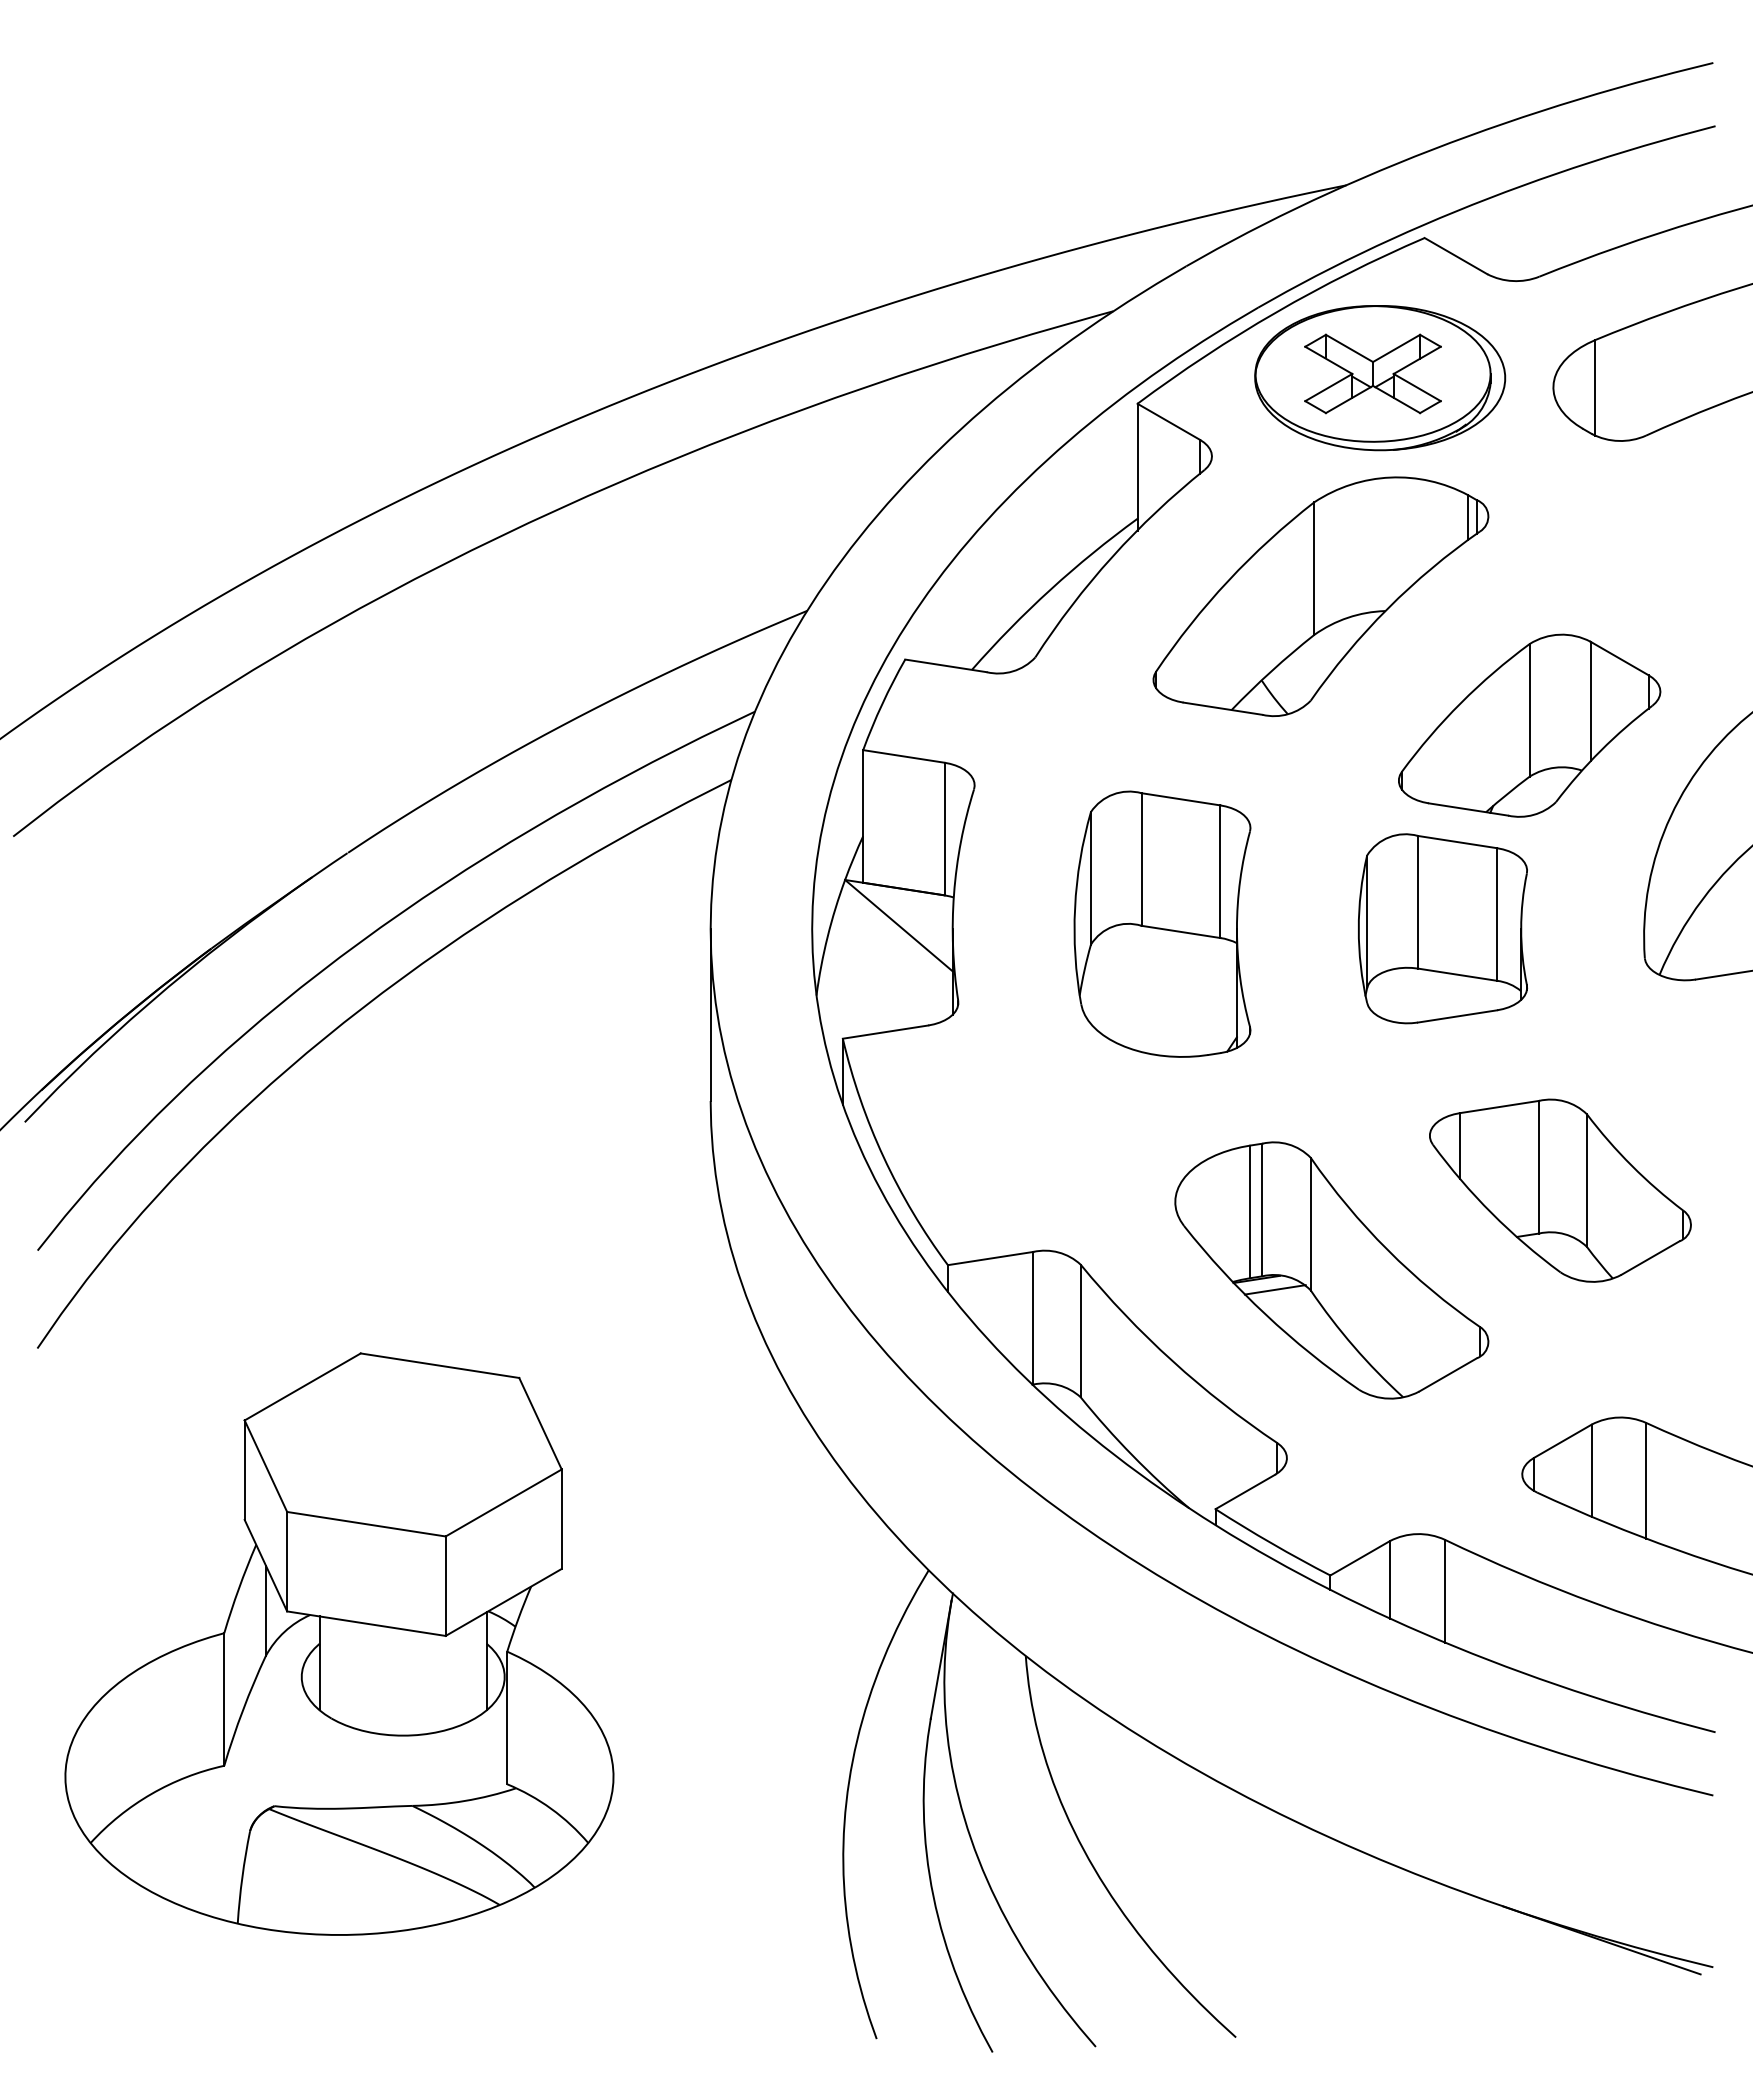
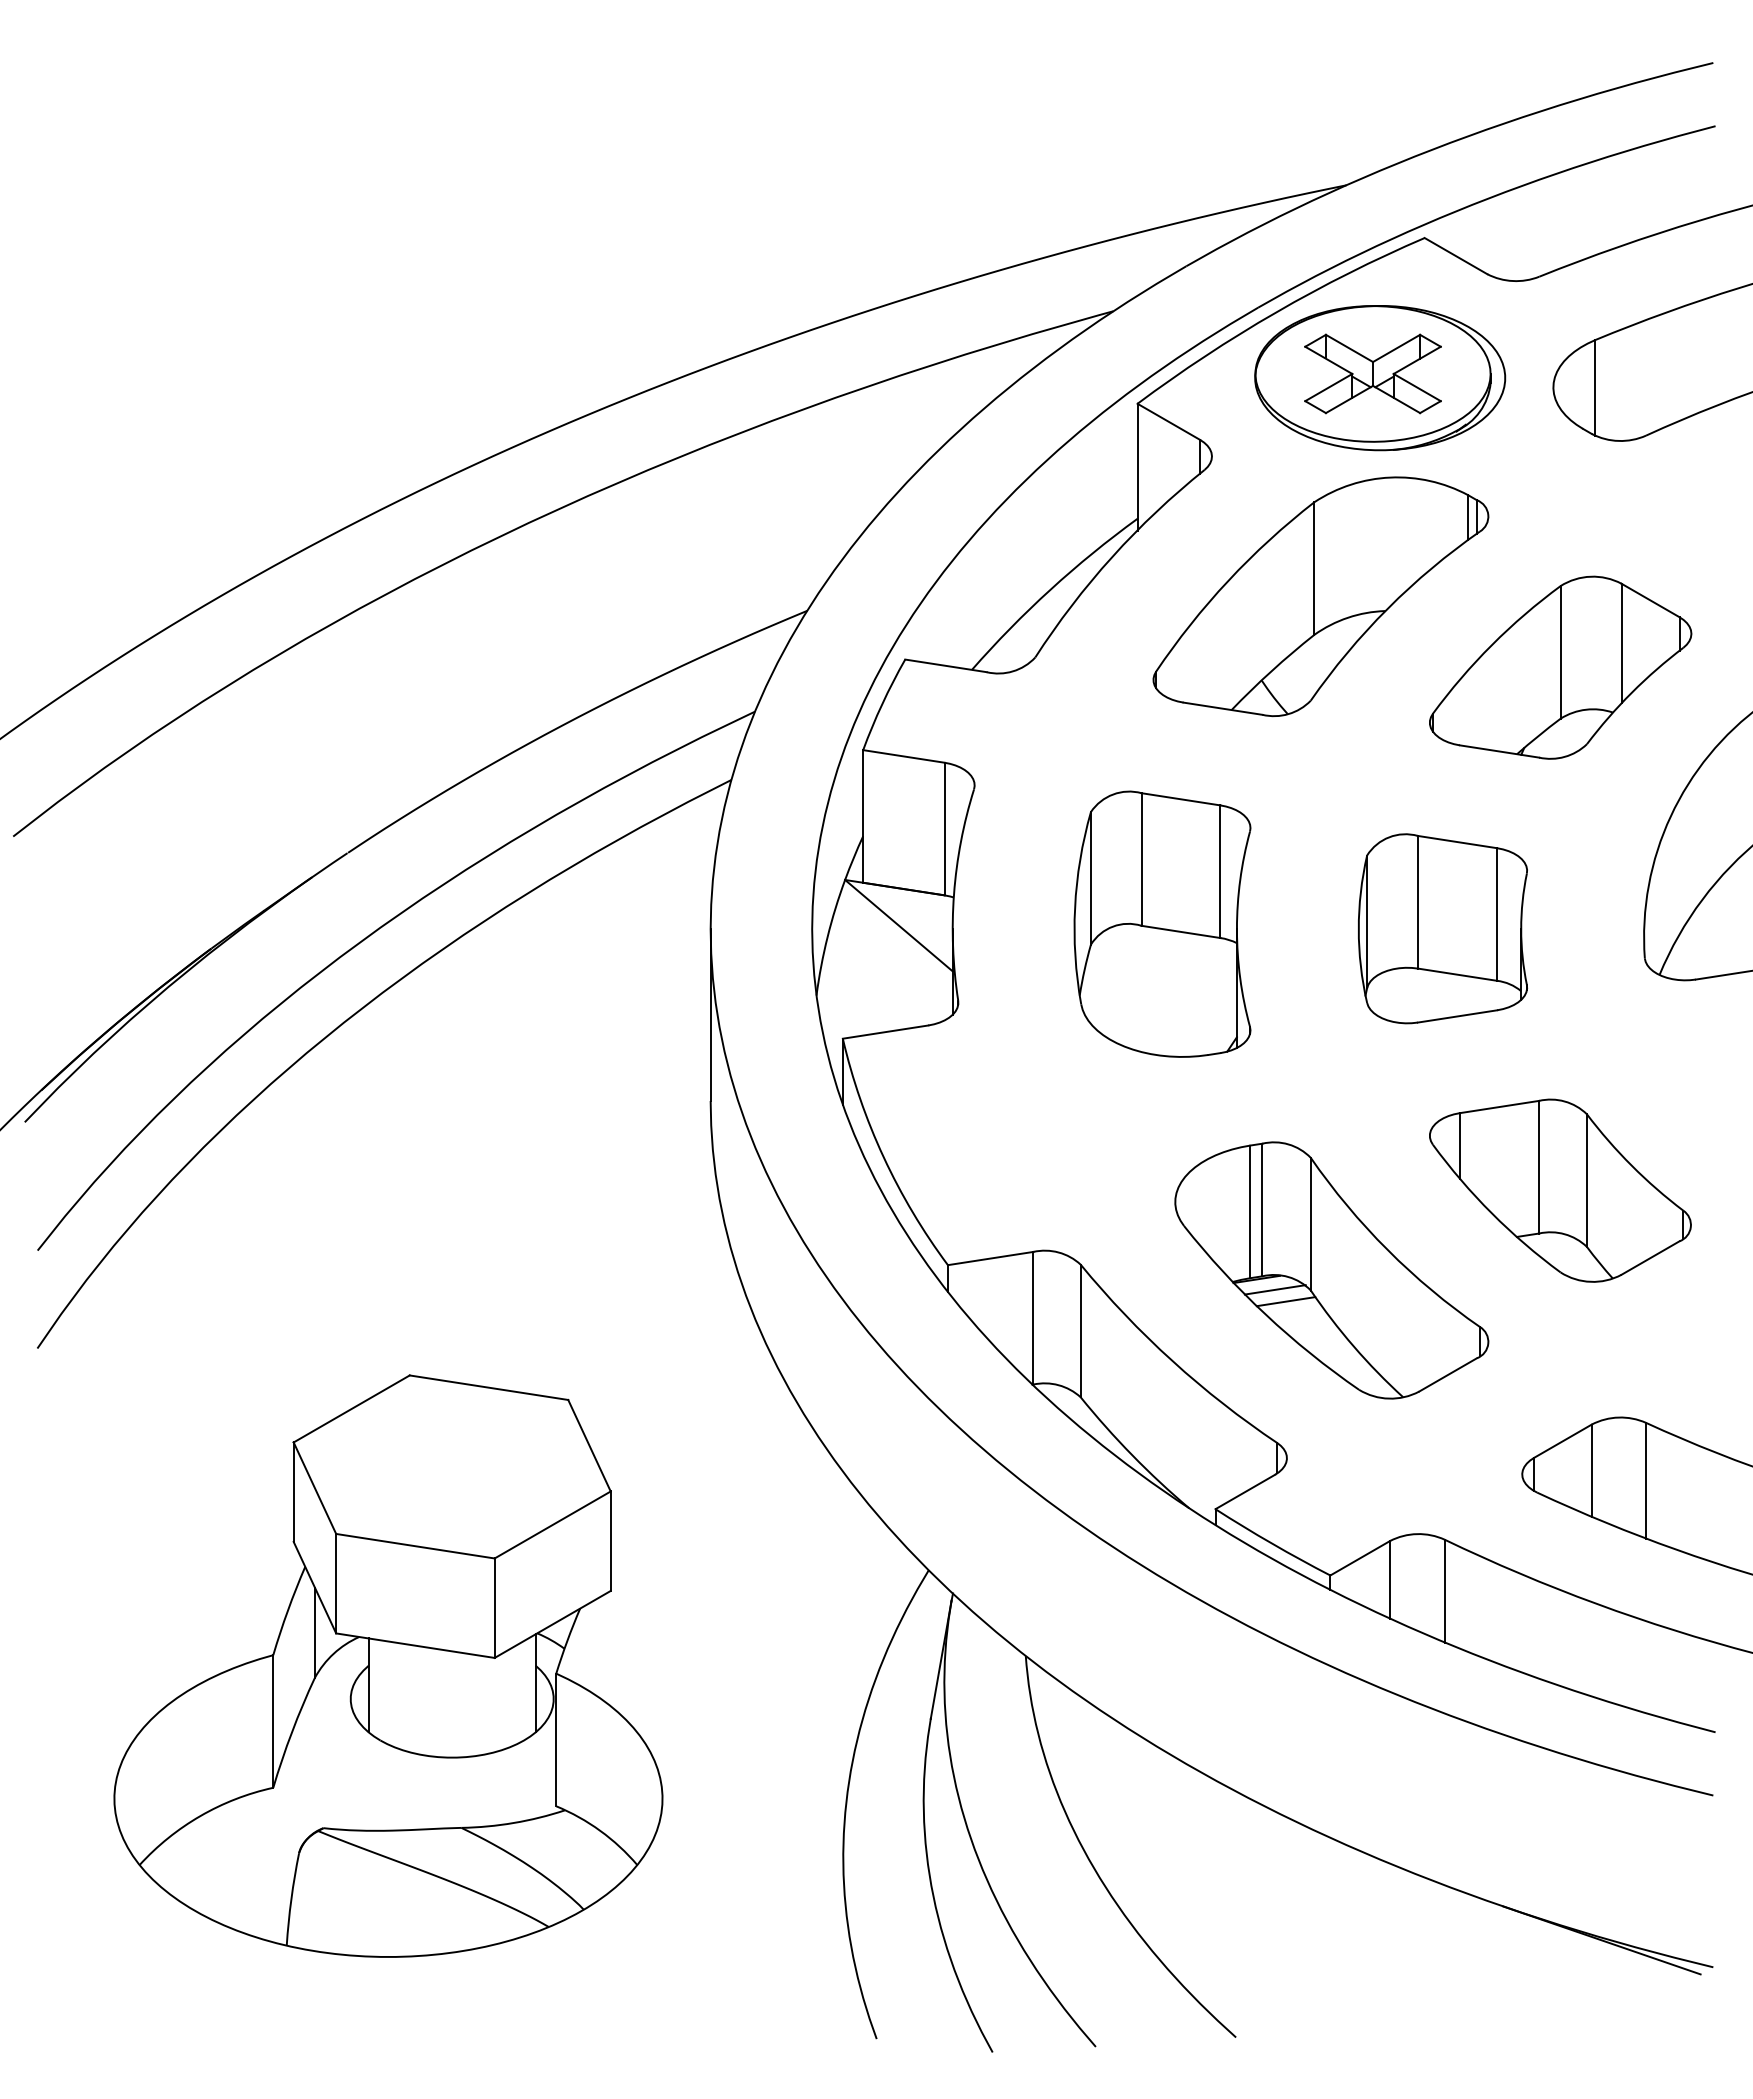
part at (1529, 725) position: (1529, 725) -> (1560, 667)
line at (1285, 1301): none -> present
part at (339, 1643) position: (339, 1643) -> (388, 1665)
